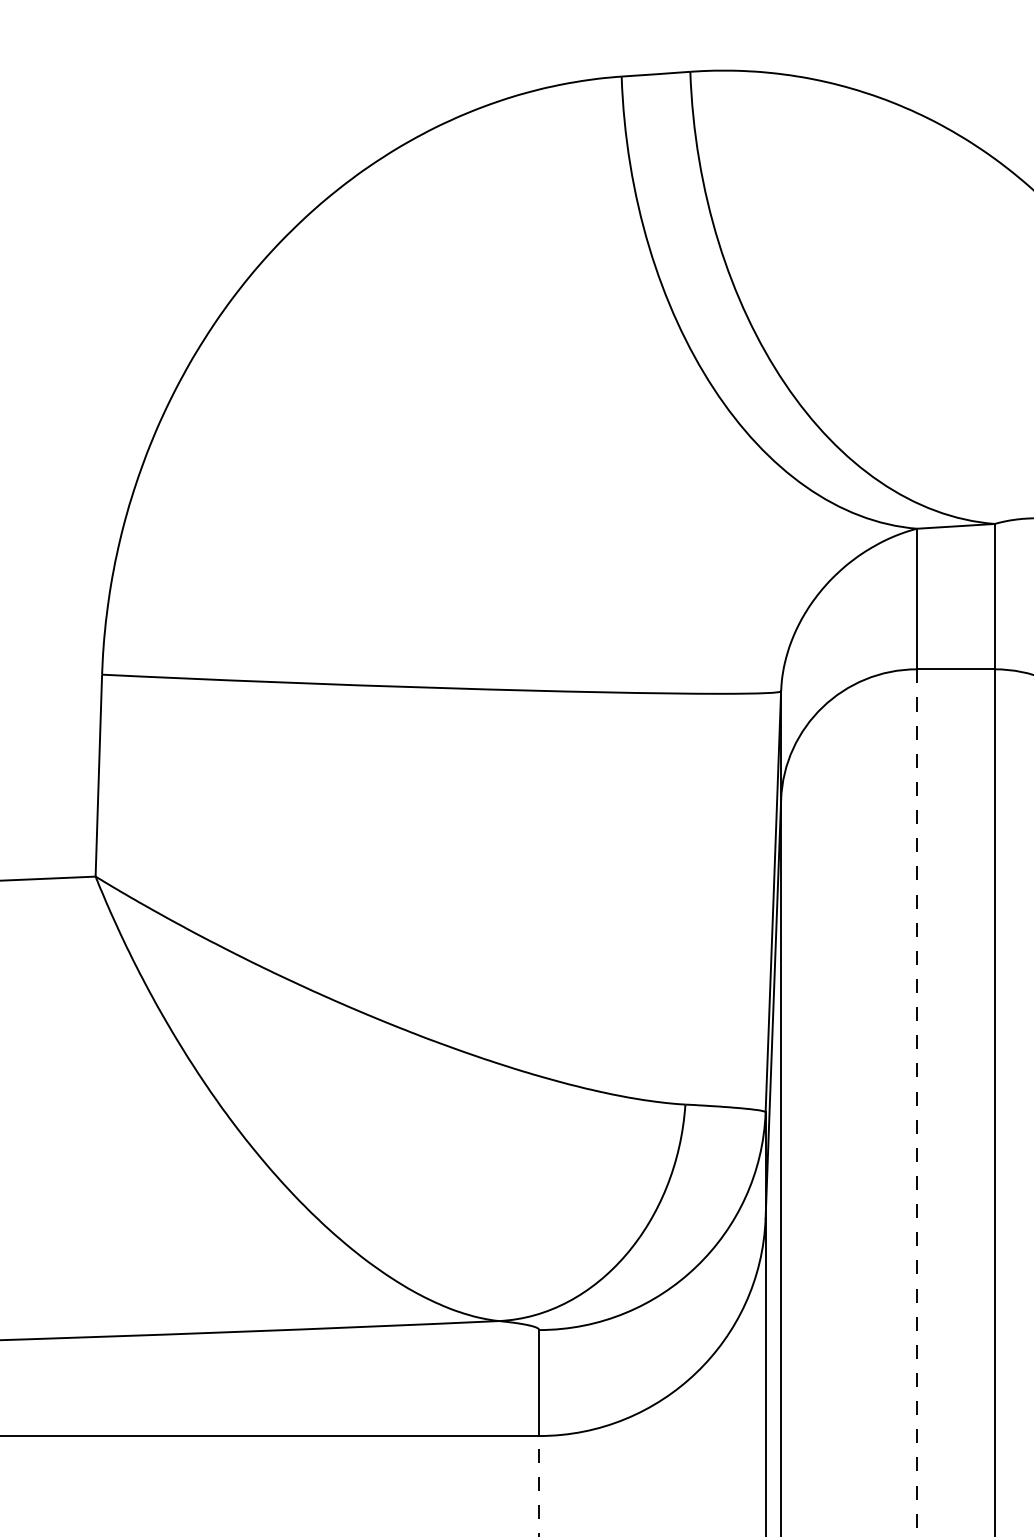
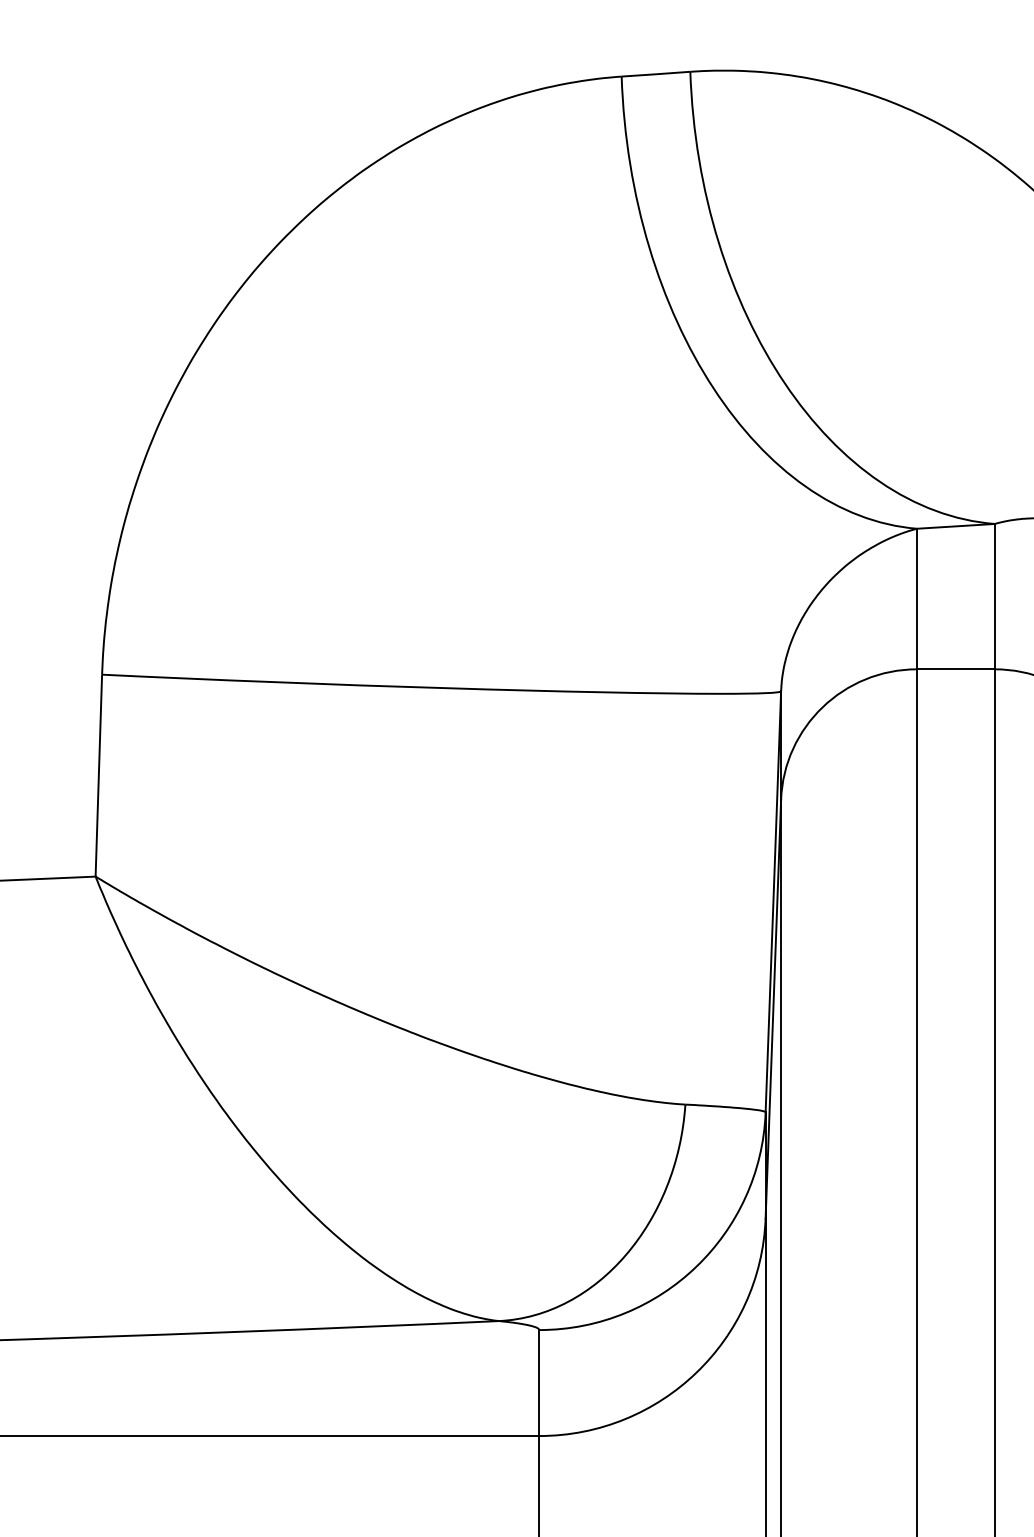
line at (917, 1103): dashed -> solid
line at (539, 1486): dashed -> solid
